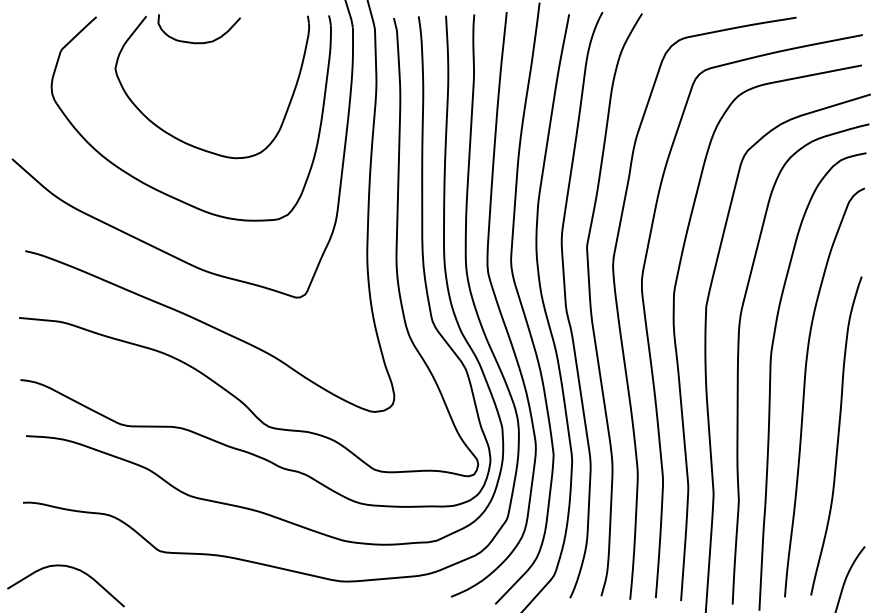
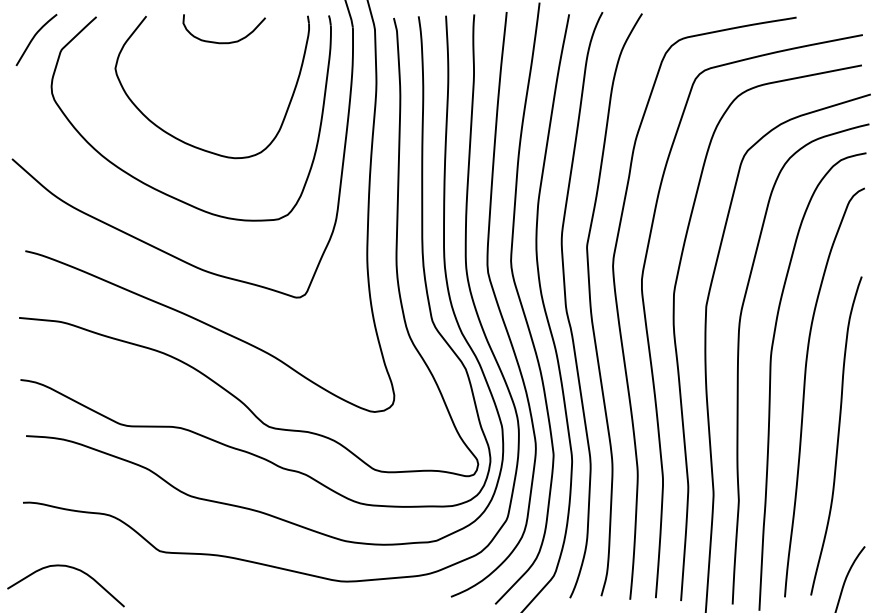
curve at (34, 38): none -> present
curve at (198, 42) position: (198, 42) -> (223, 42)
